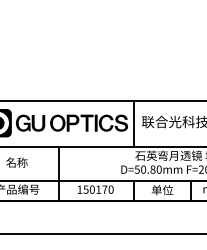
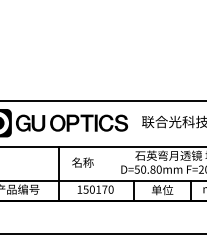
line at (134, 123): present -> none
text at (16, 162) position: (16, 162) -> (82, 162)
